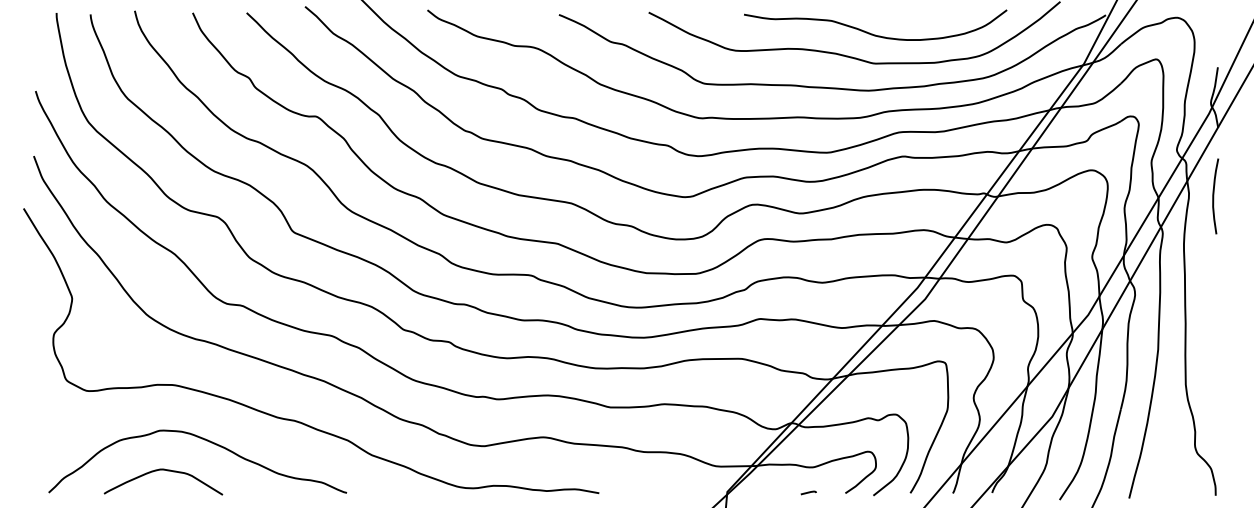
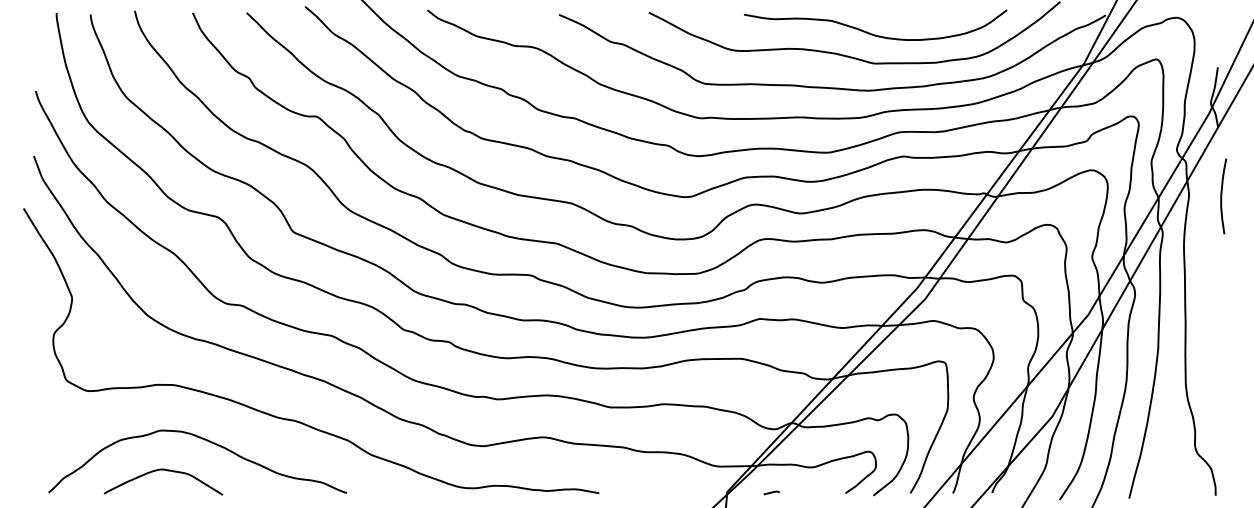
curve at (1214, 196) position: (1214, 196) -> (1222, 196)
curve at (808, 492) position: (808, 492) -> (771, 492)
